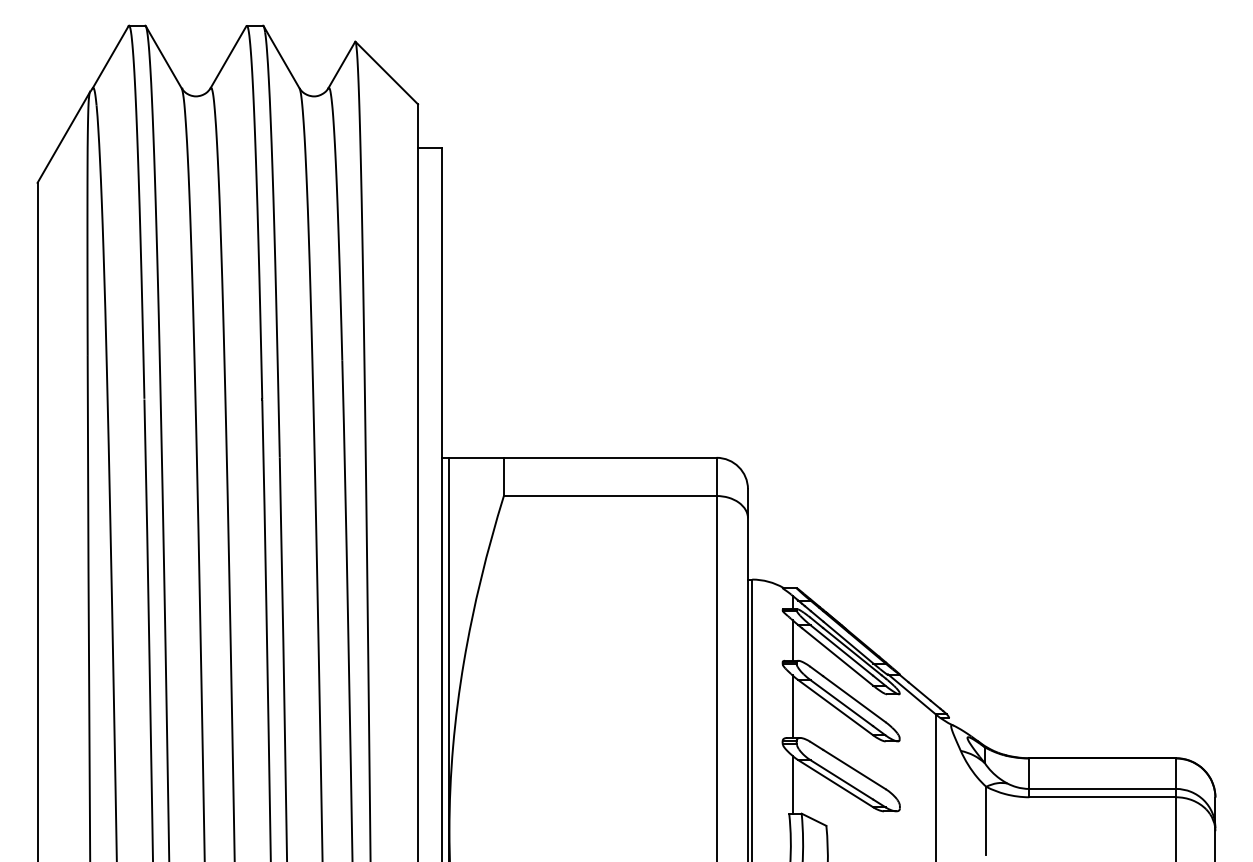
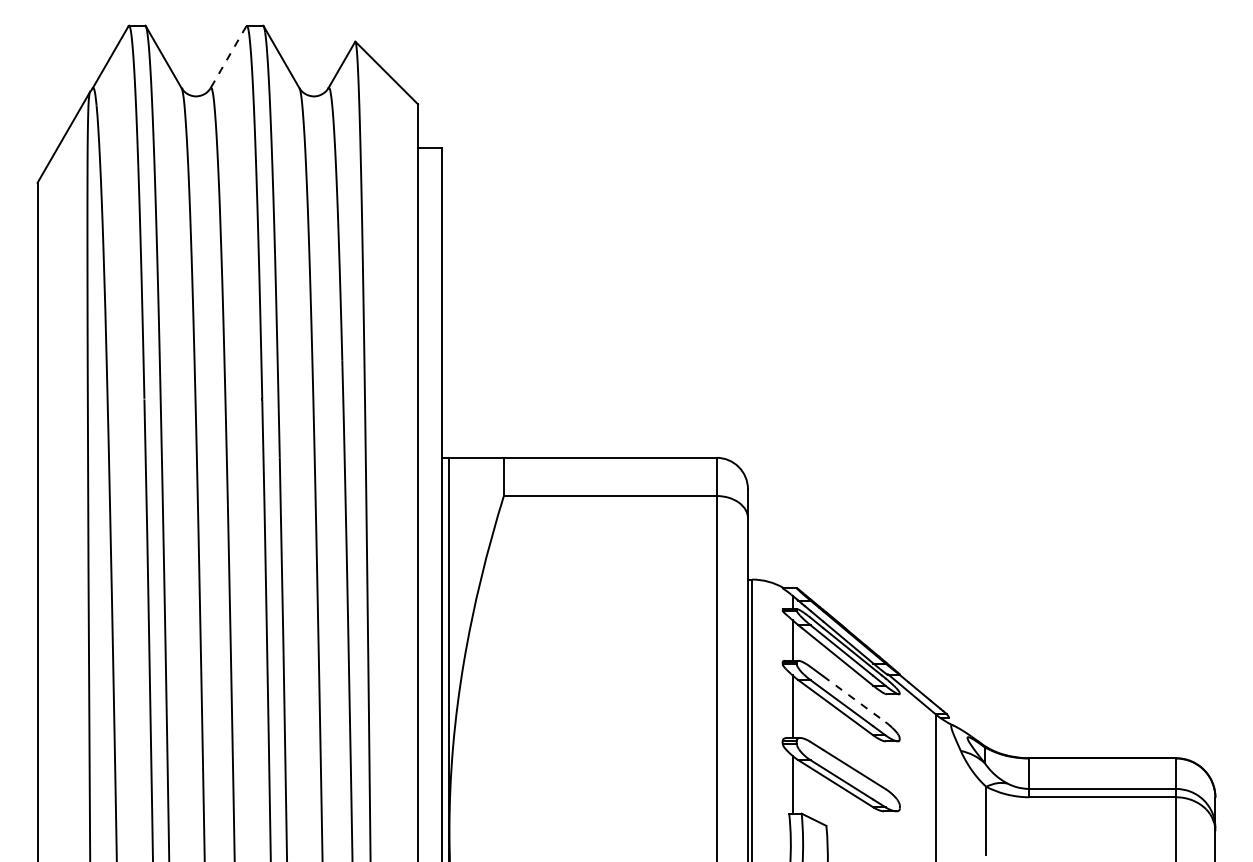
line at (228, 57): solid -> dashed
line at (854, 699): solid -> dashed
